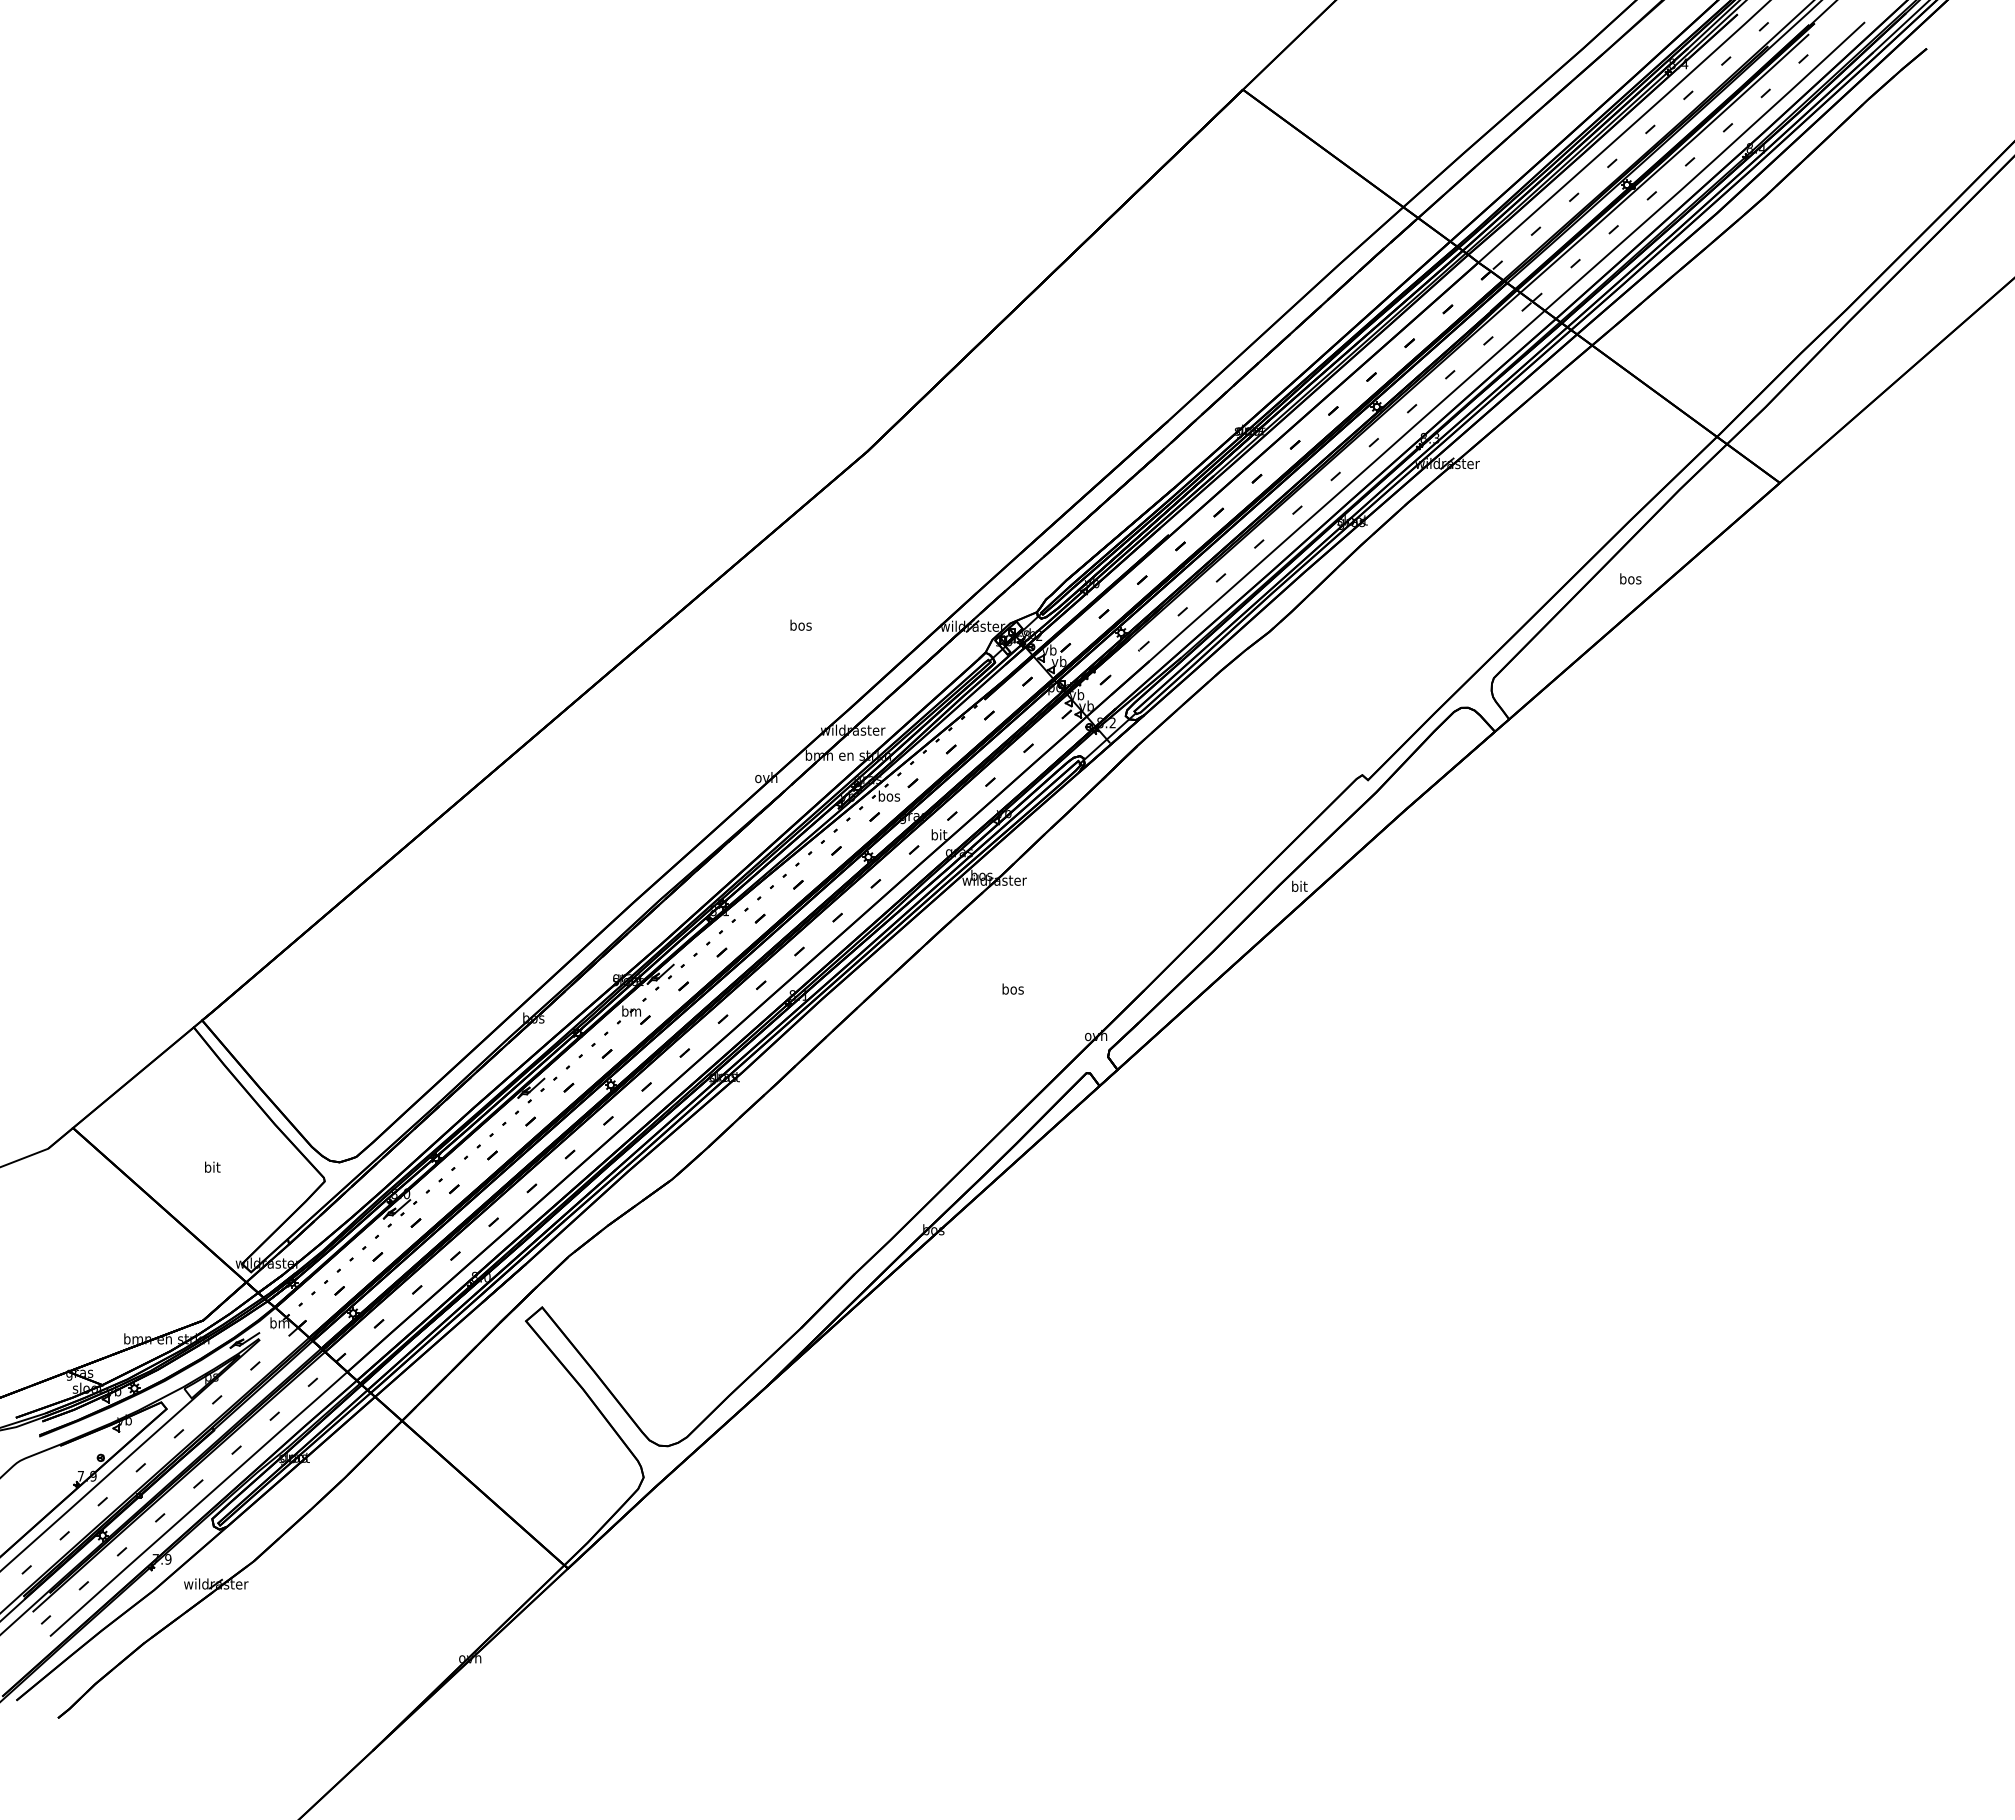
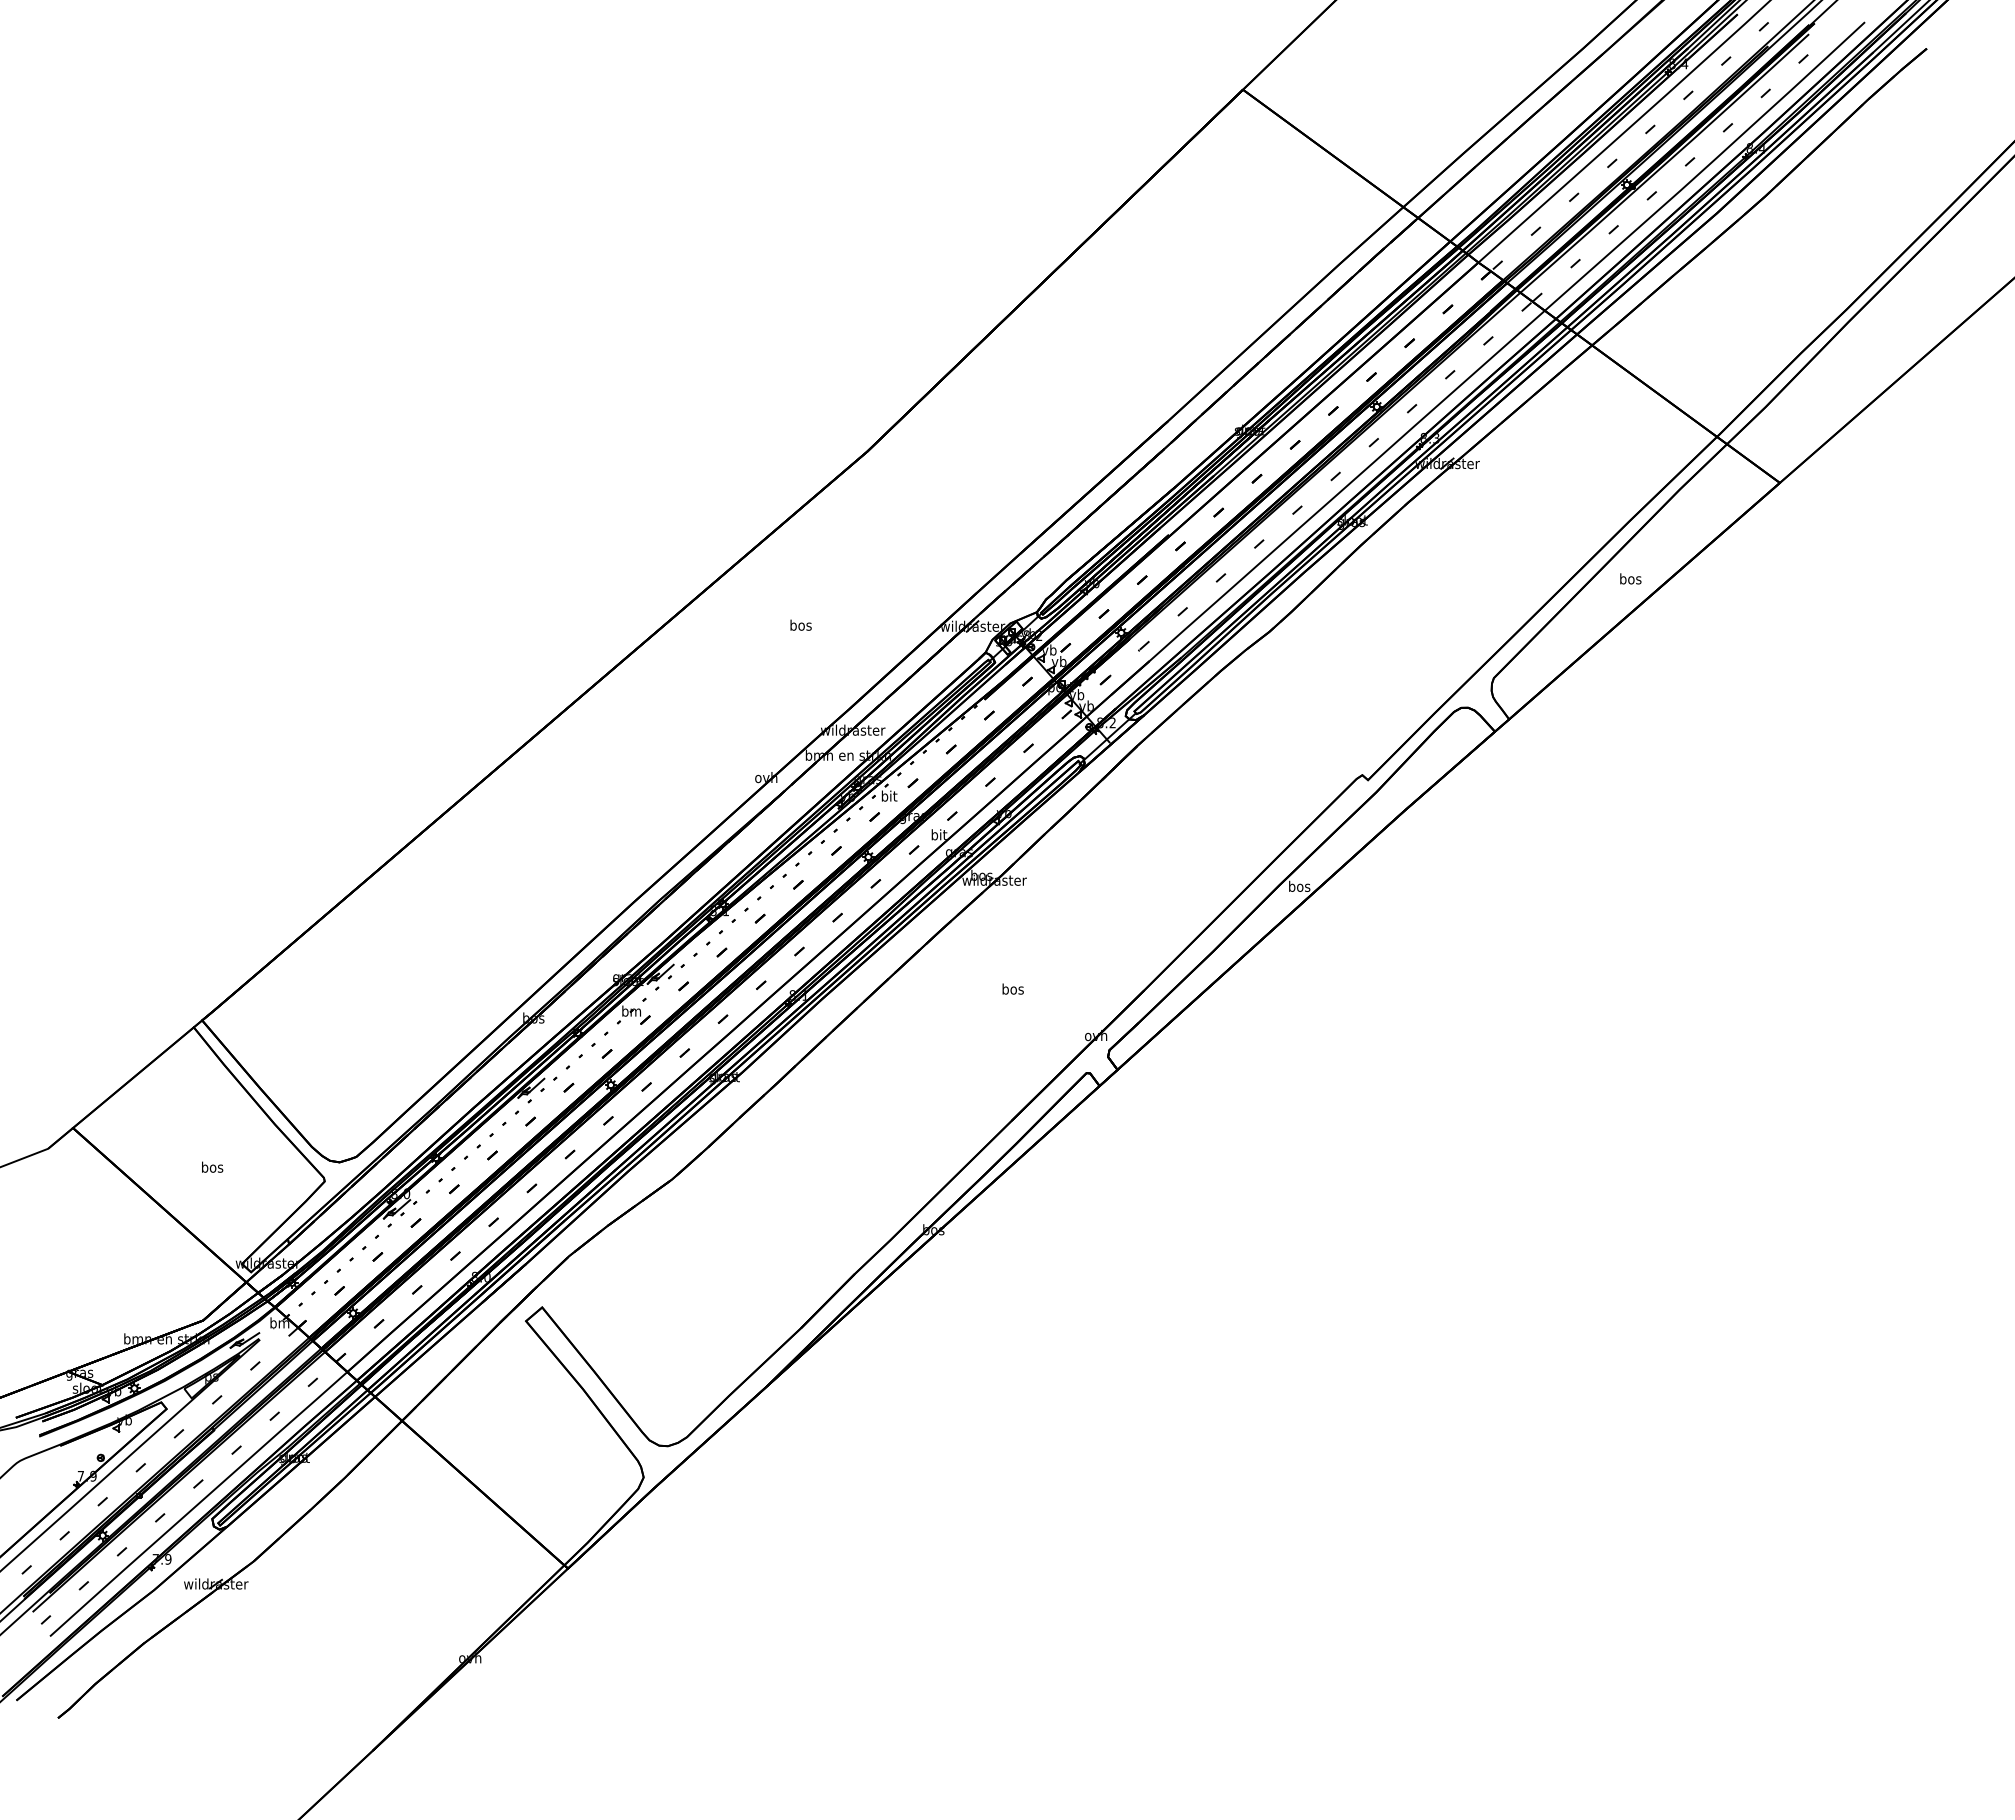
text at (889, 795): bos -> bit
text at (1299, 885): bit -> bos
text at (212, 1166): bit -> bos
